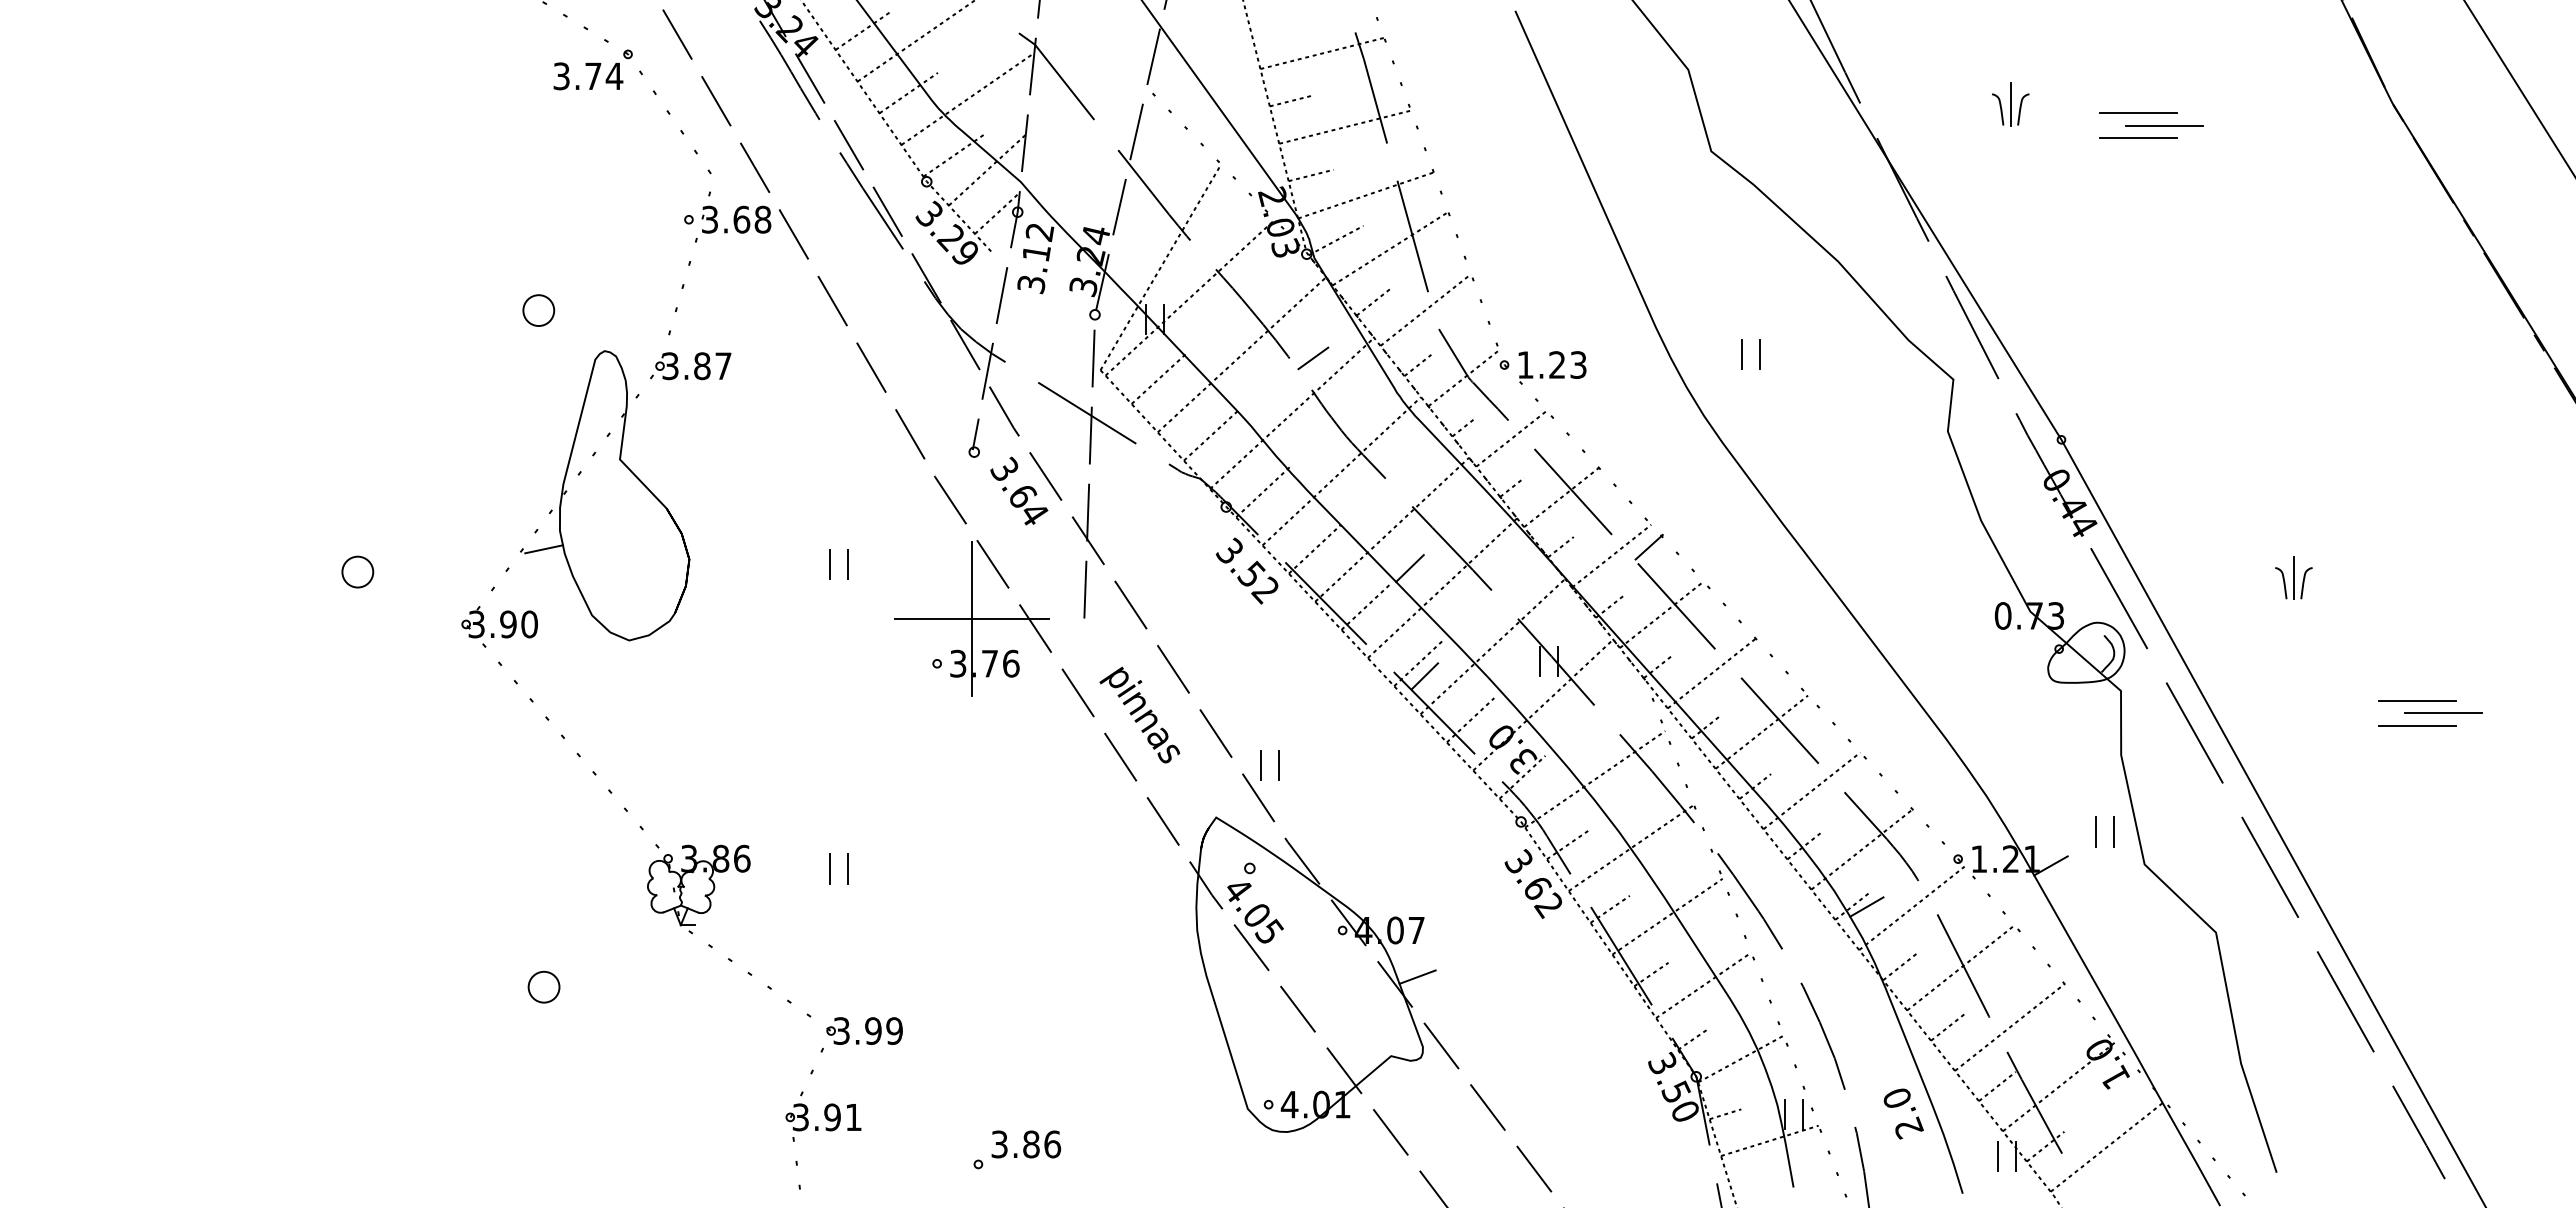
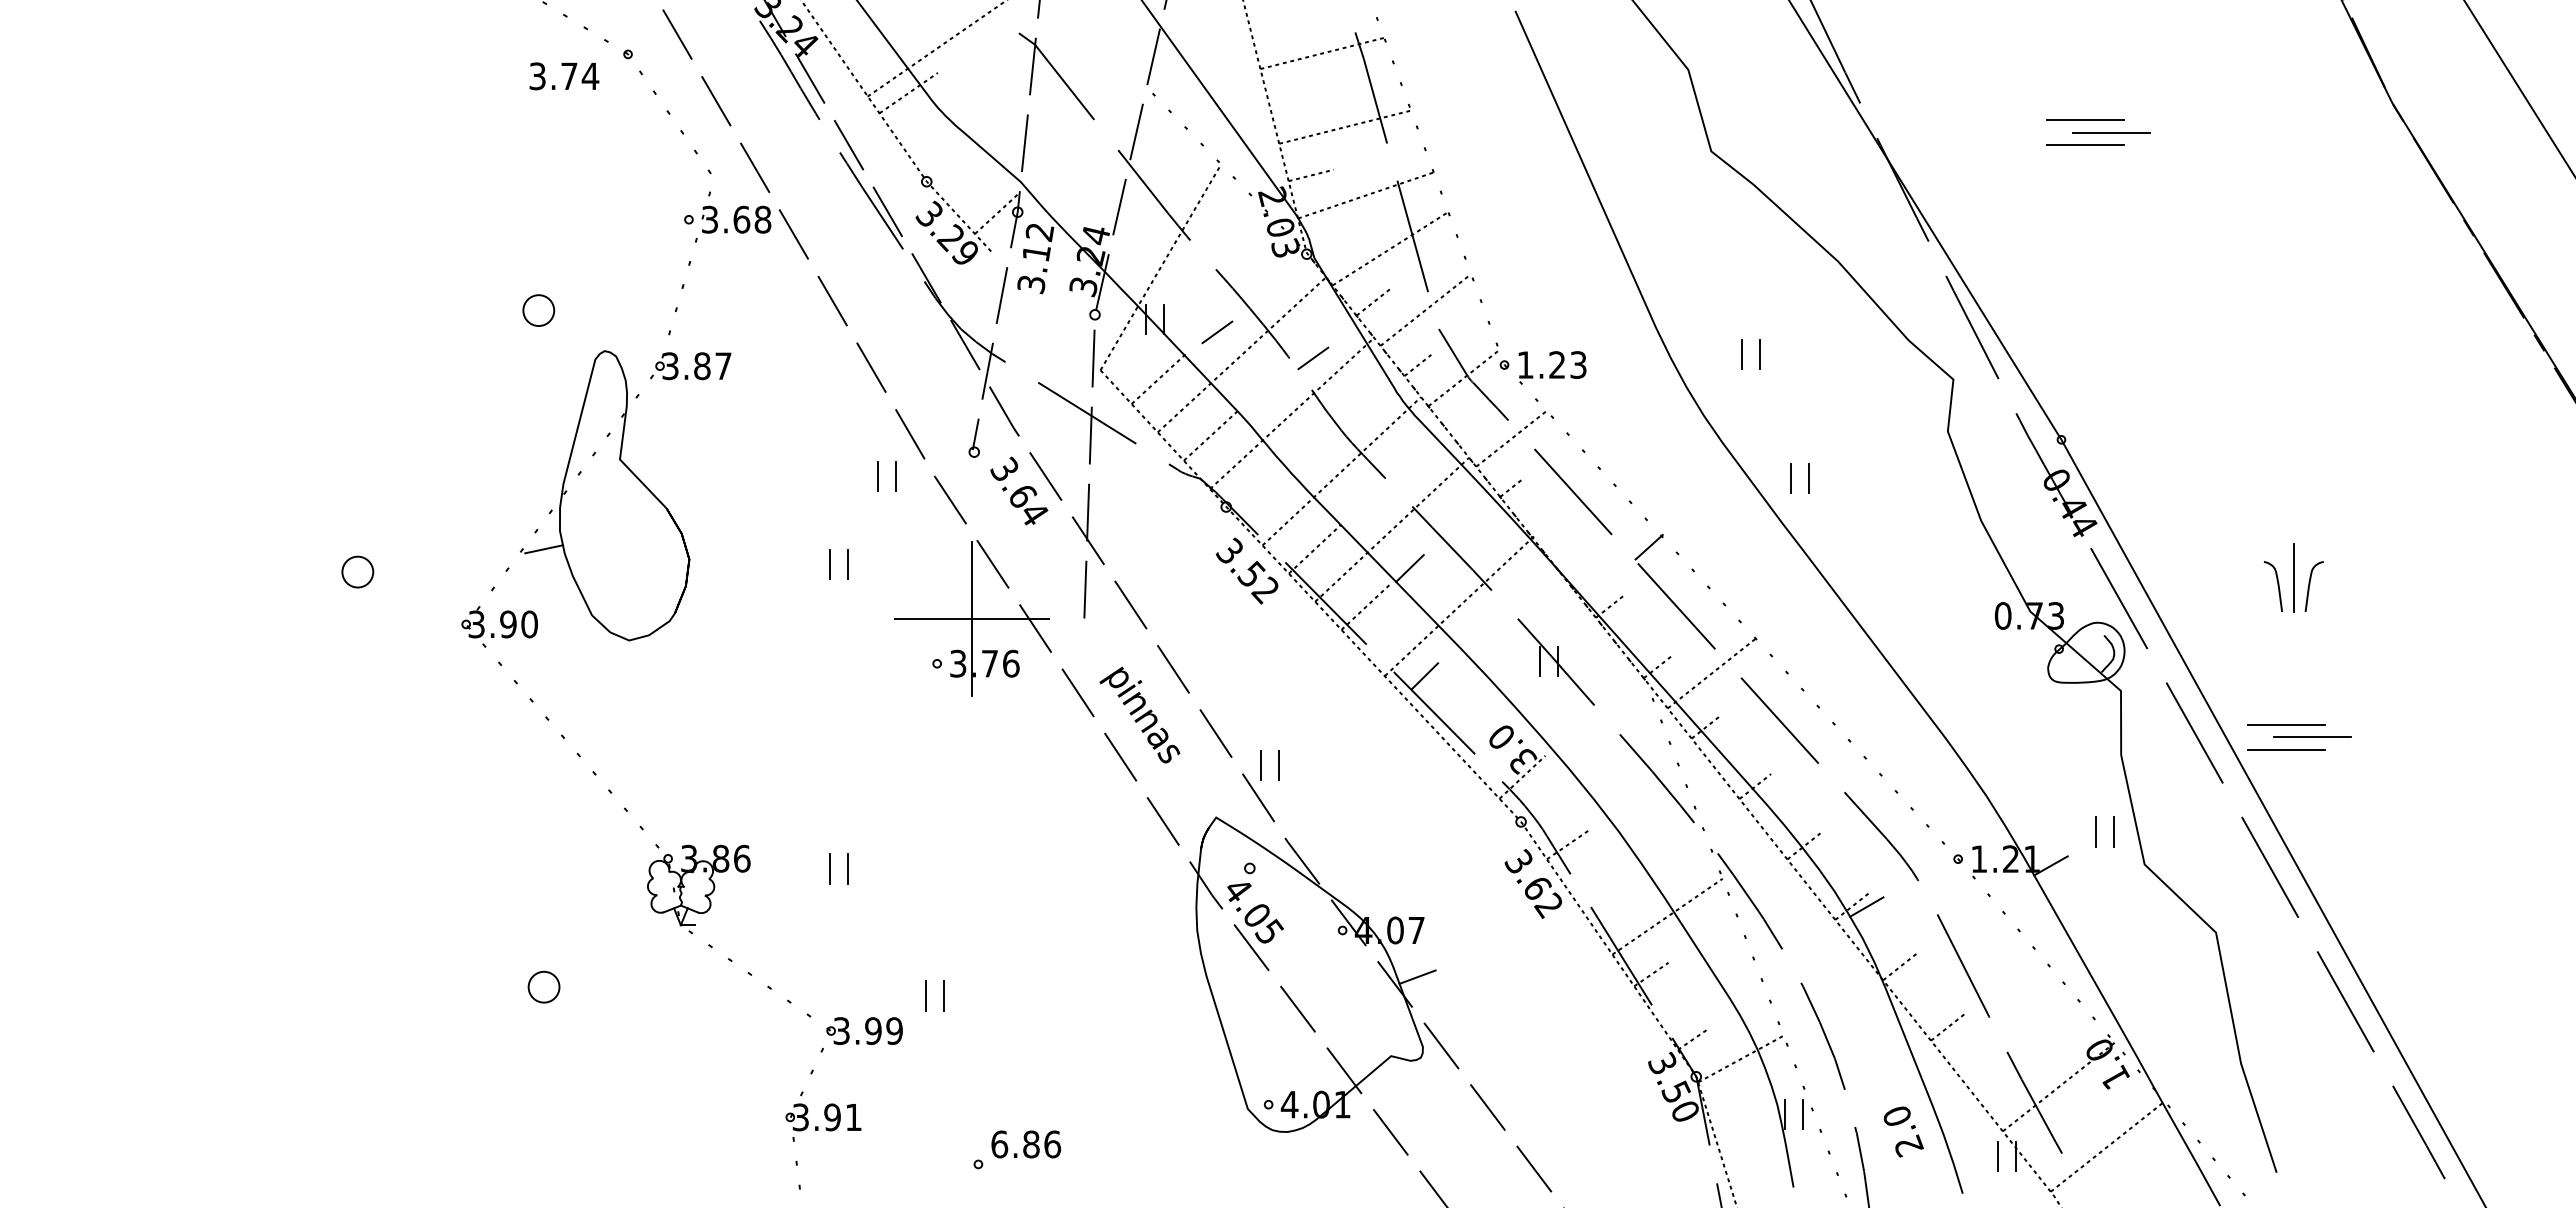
line at (862, 30): present -> none
line at (914, 41) position: (914, 41) -> (935, 49)
text at (588, 76) position: (588, 76) -> (564, 76)
line at (967, 99): present -> none
line at (1290, 100): present -> none
part at (2010, 104): present -> none
part at (2151, 125) position: (2151, 125) -> (2098, 132)
line at (954, 154): present -> none
line at (986, 169): present -> none
line at (1335, 240): present -> none
line at (1189, 297): present -> none
line at (1217, 332): none -> present
line at (1463, 427): present -> none
part at (878, 476): none -> present
part at (1791, 478): none -> present
line at (1262, 492): present -> none
line at (1561, 497): present -> none
line at (1560, 547): present -> none
line at (1611, 555): present -> none
part at (2293, 577) size: 38x44 px -> 61x70 px
line at (1442, 588) position: (1442, 588) -> (1459, 606)
line at (1661, 614): present -> none
line at (1492, 646): present -> none
line at (1418, 663): present -> none
line at (1543, 704): present -> none
part at (2430, 713) position: (2430, 713) -> (2299, 737)
line at (1470, 720): present -> none
line at (1761, 731): present -> none
line at (1595, 779): present -> none
line at (1811, 790): present -> none
line at (1631, 847): present -> none
line at (1861, 849): present -> none
line at (1609, 908): present -> none
line at (1911, 908): present -> none
line at (1960, 967): present -> none
line at (1703, 985): present -> none
part at (926, 995): none -> present
line at (2009, 1027): present -> none
line at (1996, 1086): present -> none
text at (1903, 1113) position: (1903, 1113) -> (1903, 1131)
line at (1725, 1114): present -> none
line at (1769, 1140): present -> none
text at (999, 1144): 3.86 -> 6.86
line at (2045, 1146): present -> none
